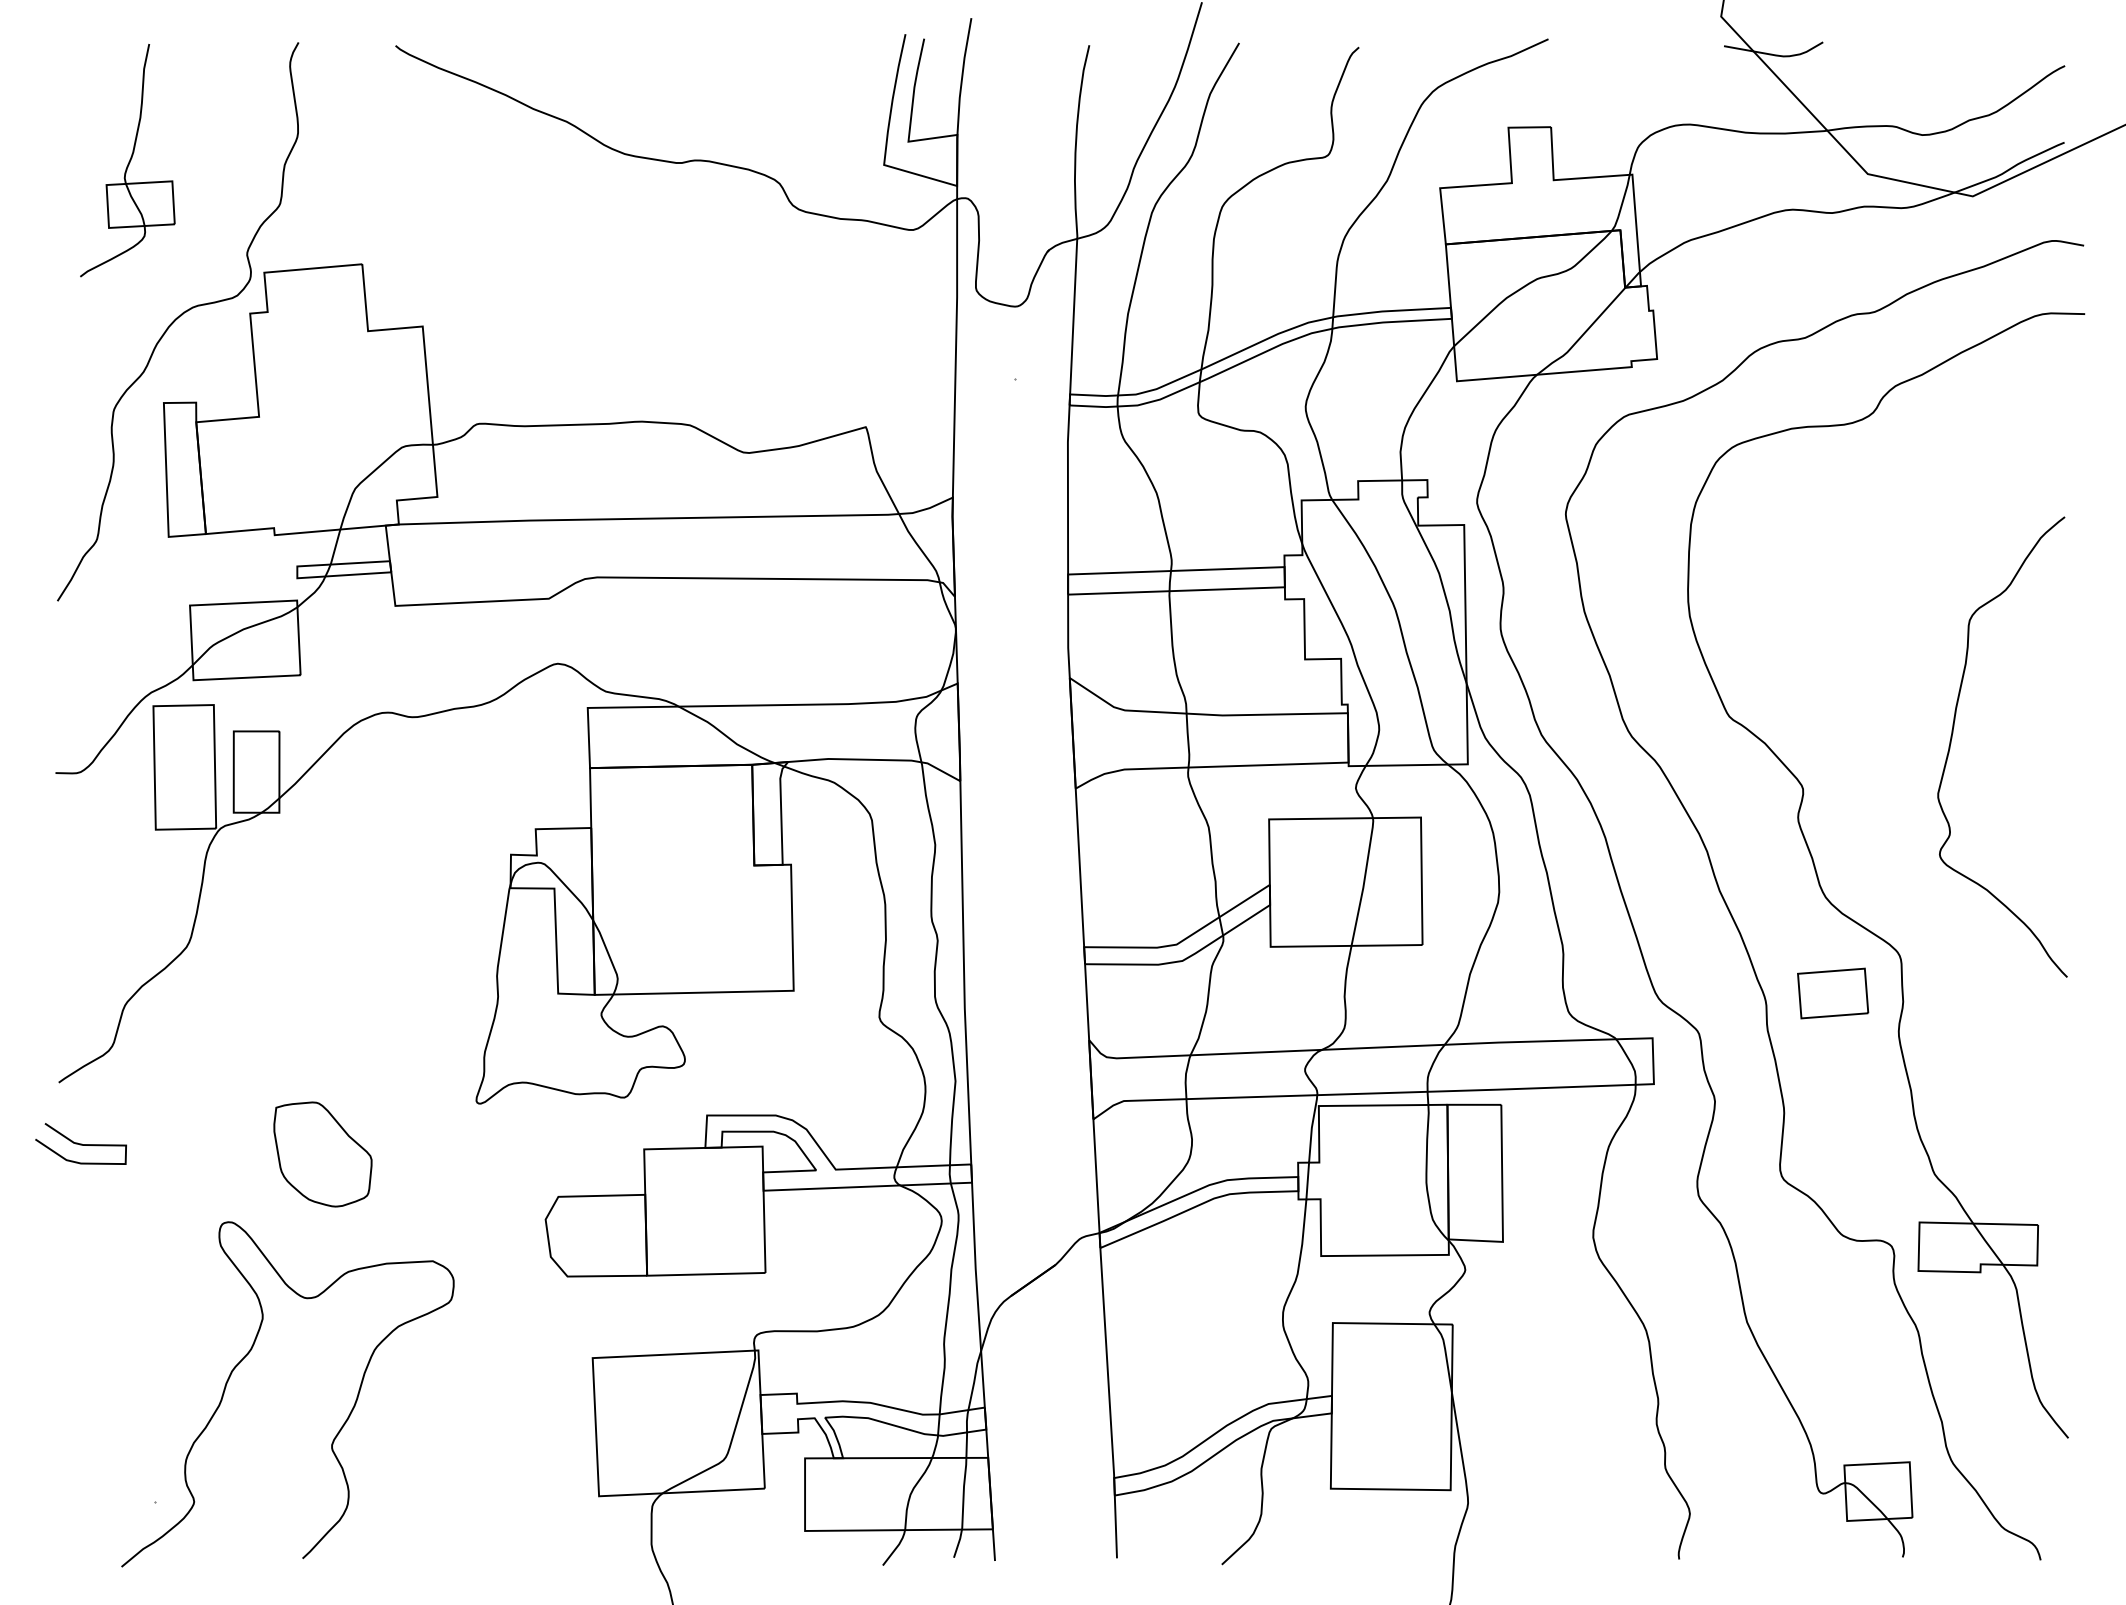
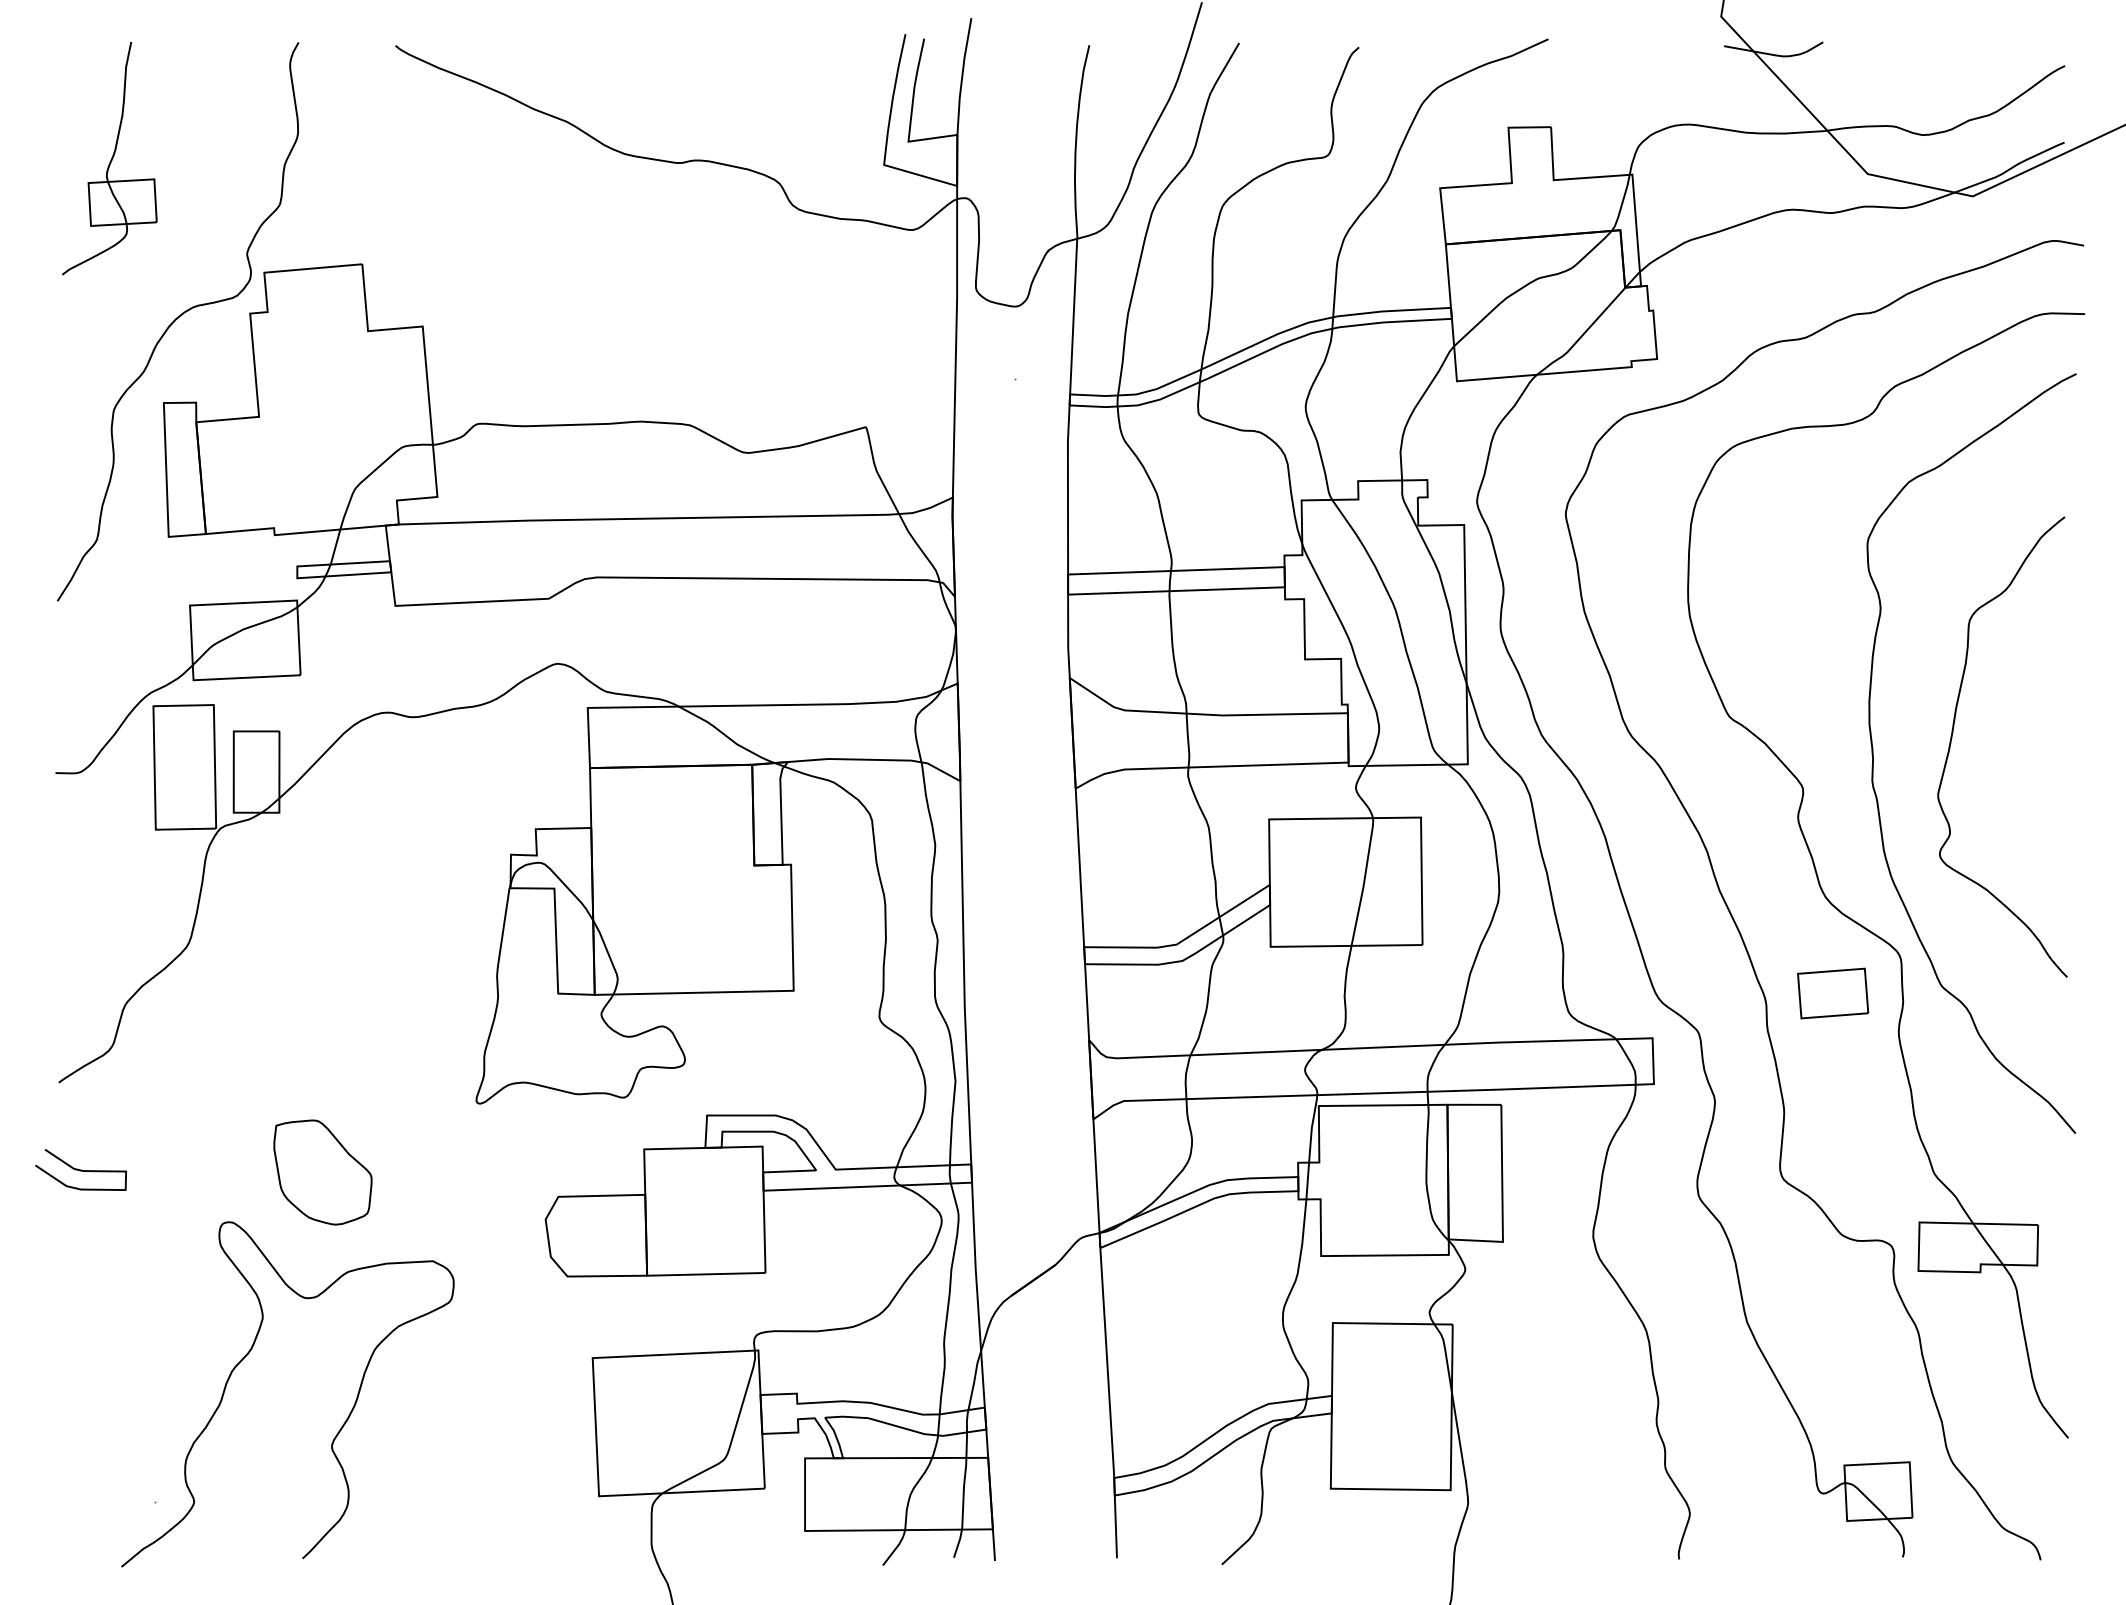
part at (127, 160) position: (127, 160) -> (109, 158)
curve at (1873, 753): none -> present
curve at (80, 1143) position: (80, 1143) -> (80, 1169)
part at (322, 1154) position: (322, 1154) -> (322, 1172)
